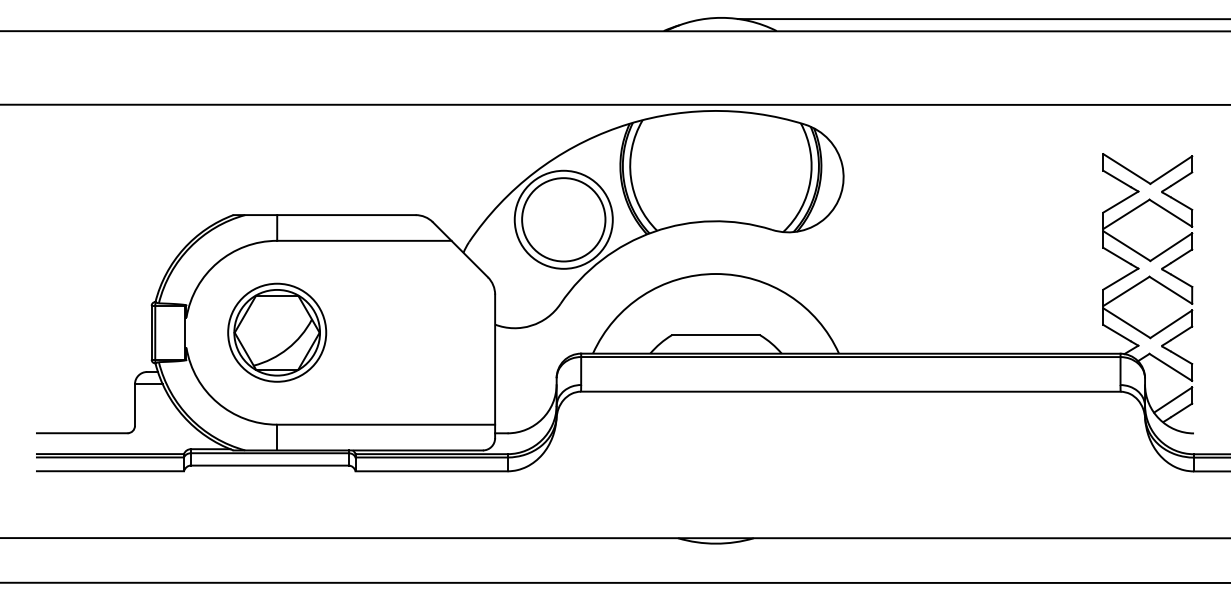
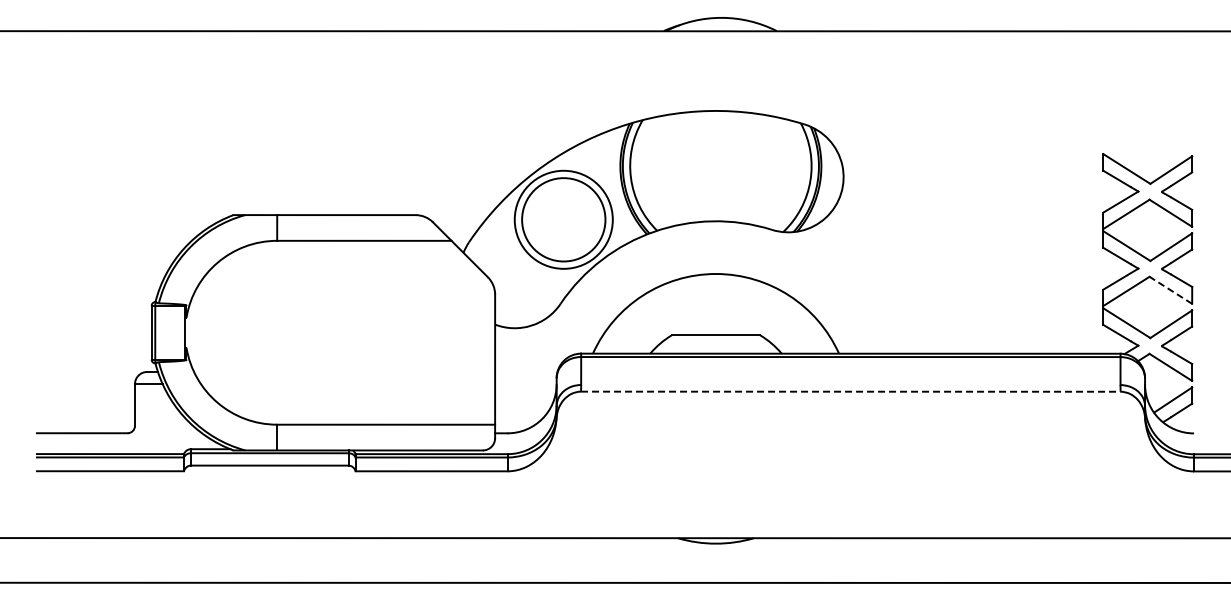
line at (982, 19): present -> none
line at (614, 104): present -> none
line at (1170, 290): solid -> dashed
part at (277, 332): present -> none
line at (850, 391): solid -> dashed
